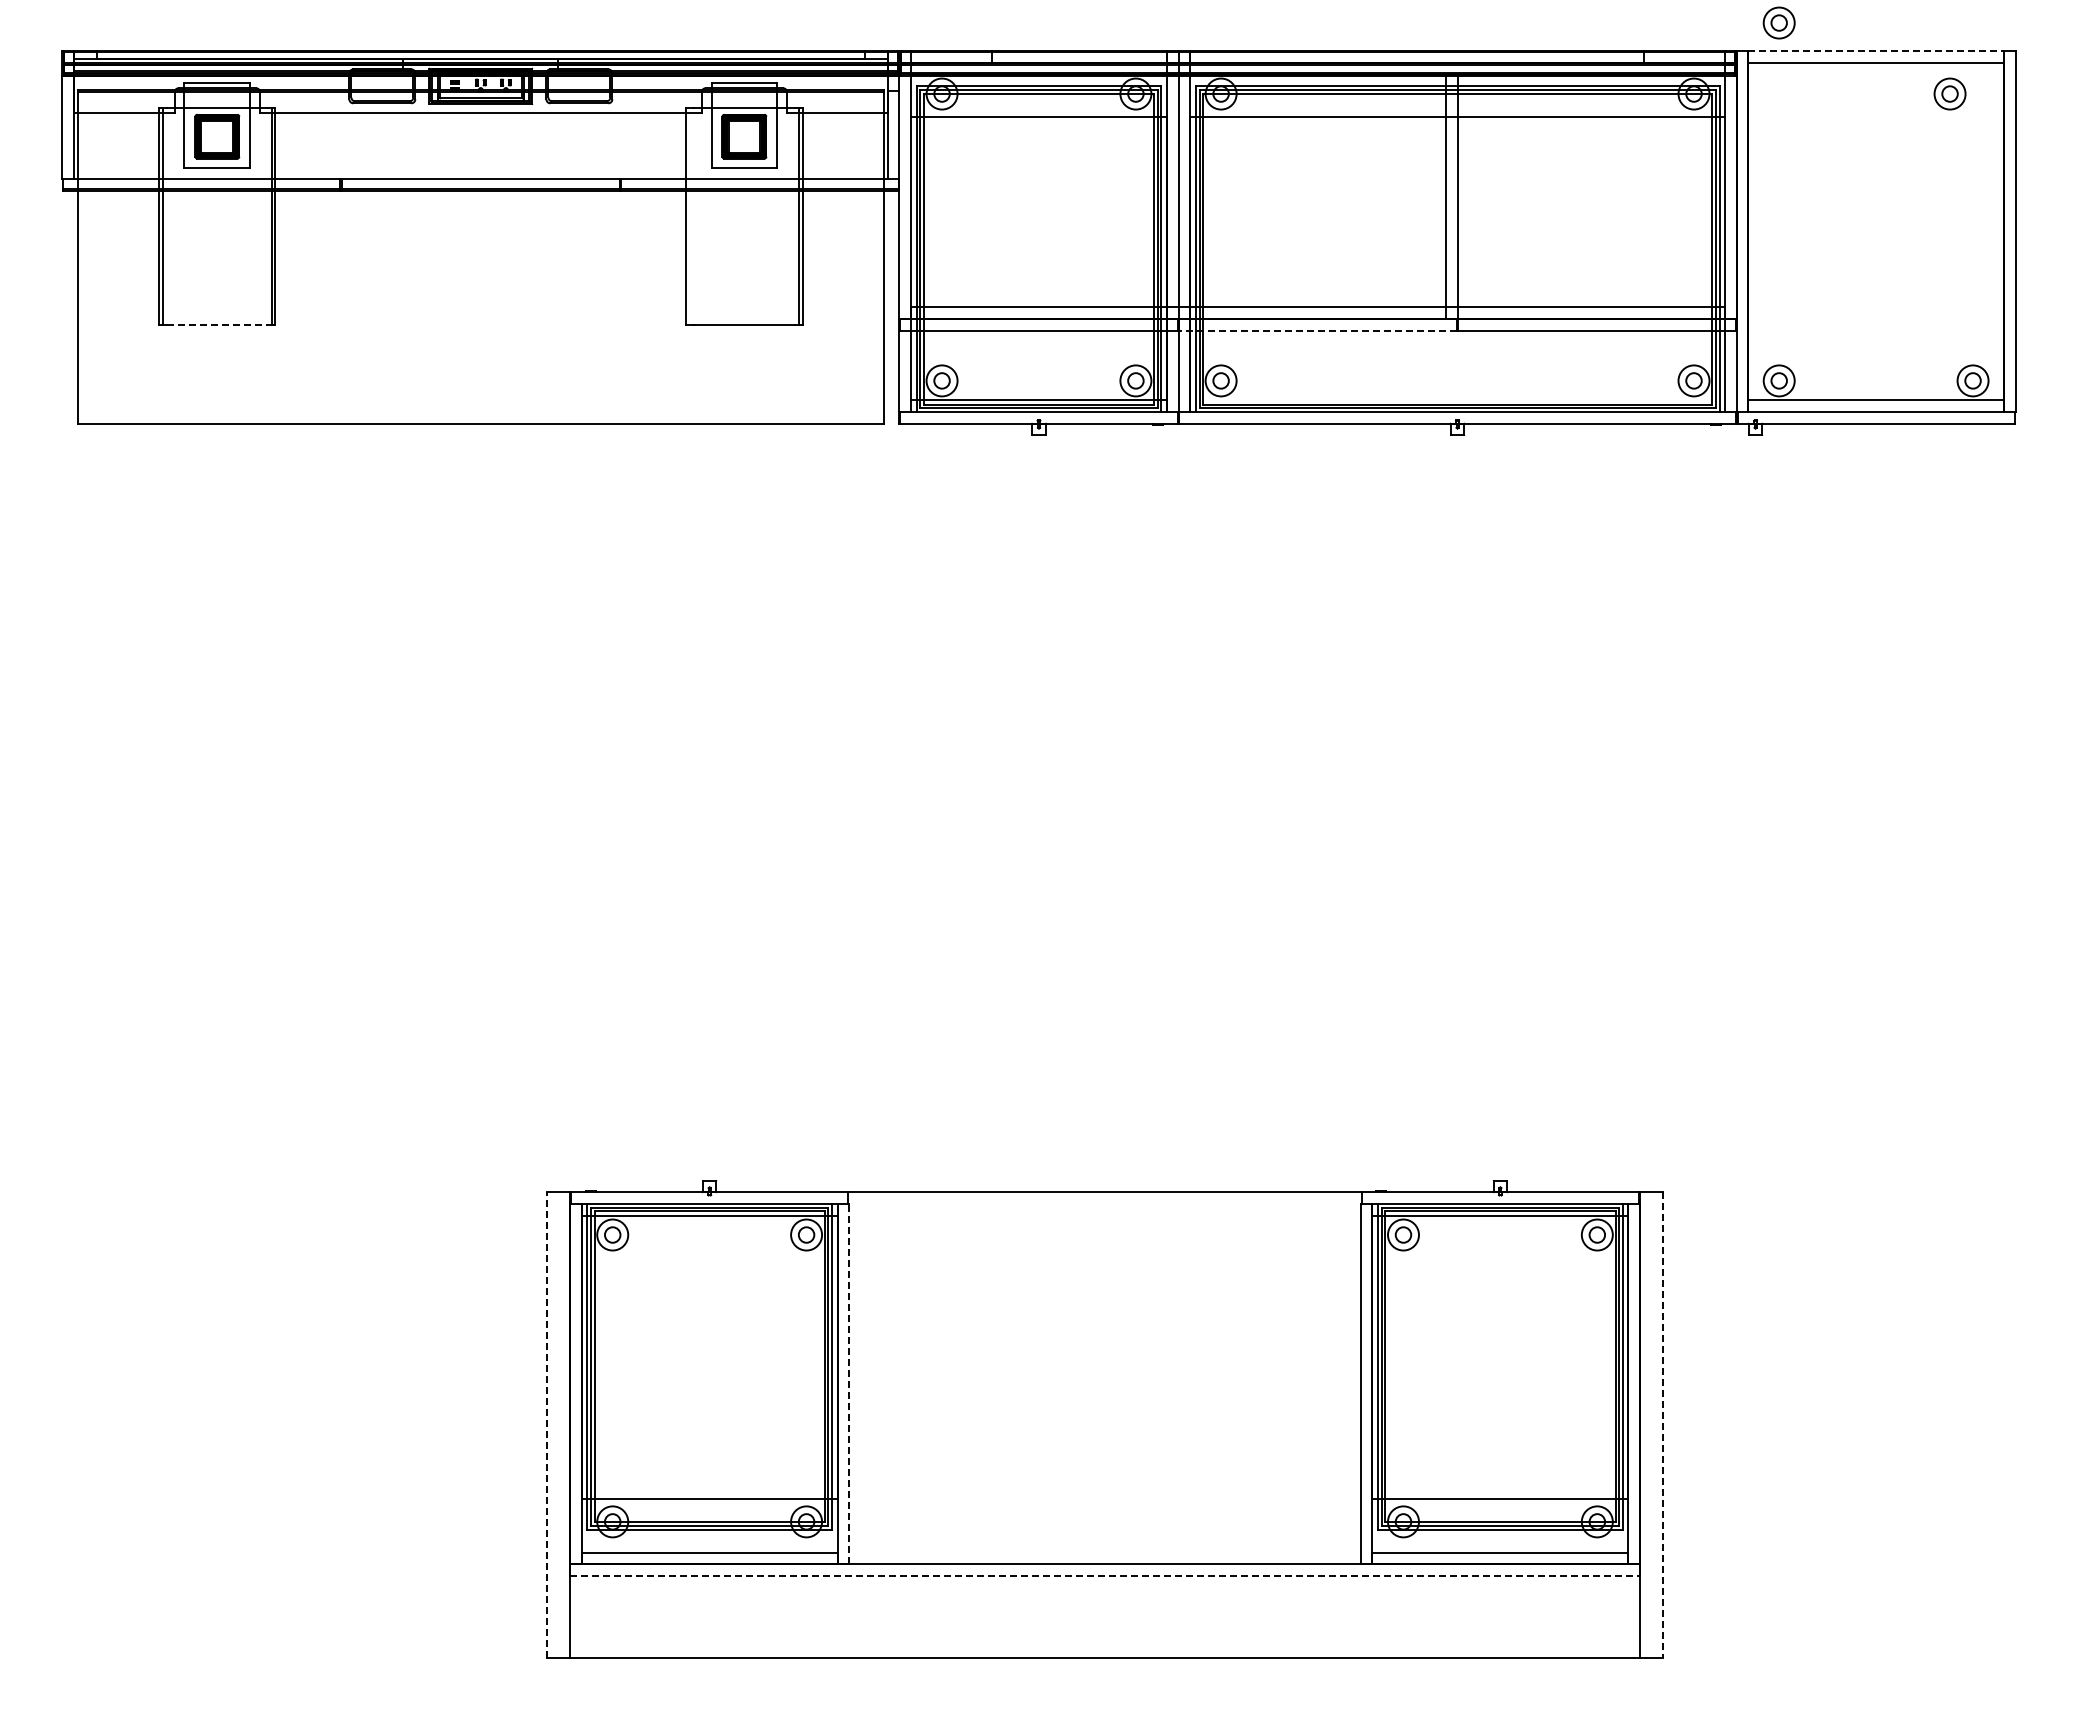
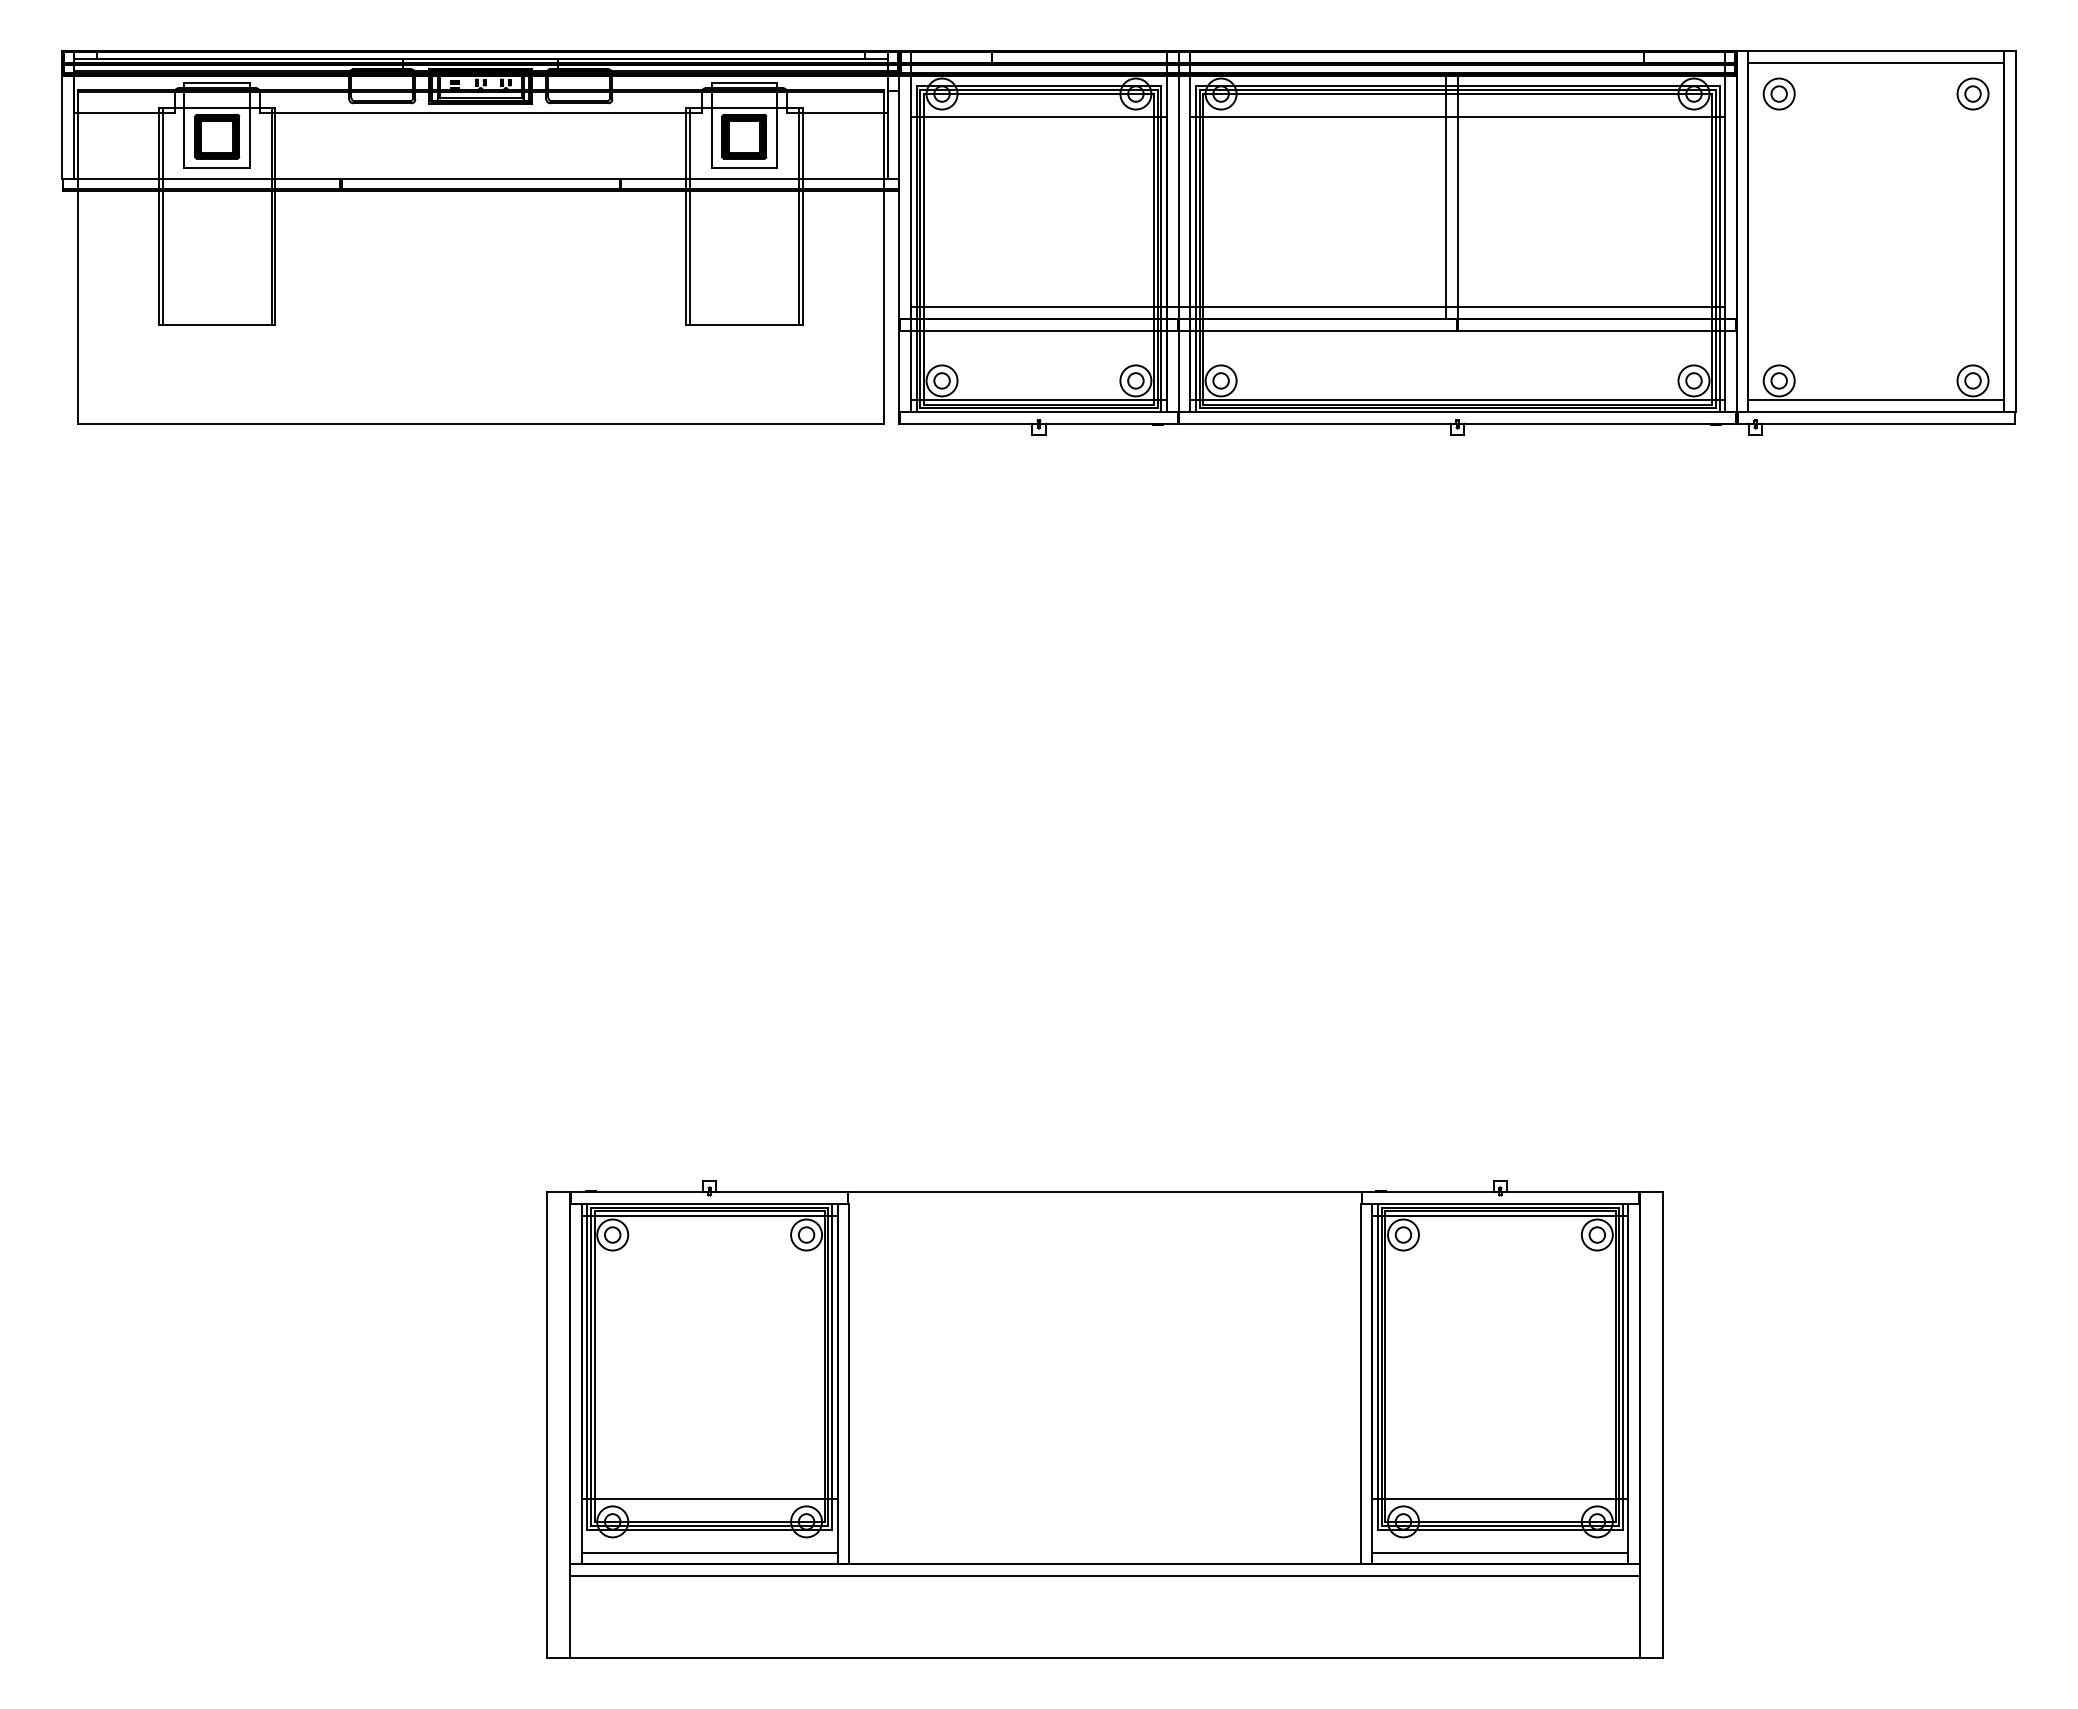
part at (1778, 22) position: (1778, 22) -> (1778, 93)
line at (1876, 51): dashed -> solid
part at (1949, 93) position: (1949, 93) -> (1972, 93)
line at (690, 215): none -> present
line at (217, 324): dashed -> solid
line at (1318, 330): dashed -> solid
line at (1457, 400): none -> present
line at (849, 1383): dashed -> solid
line at (546, 1424): dashed -> solid
line at (1663, 1424): dashed -> solid
line at (1105, 1576): dashed -> solid
